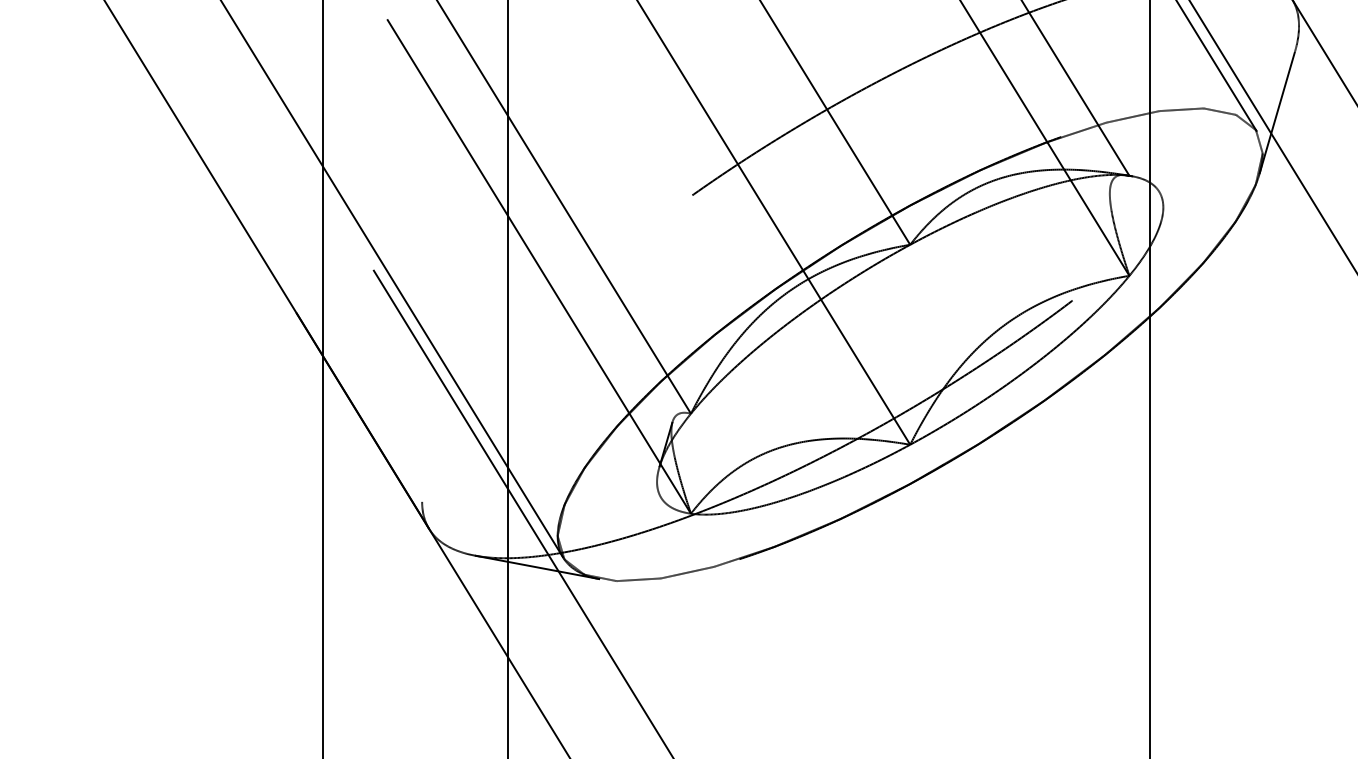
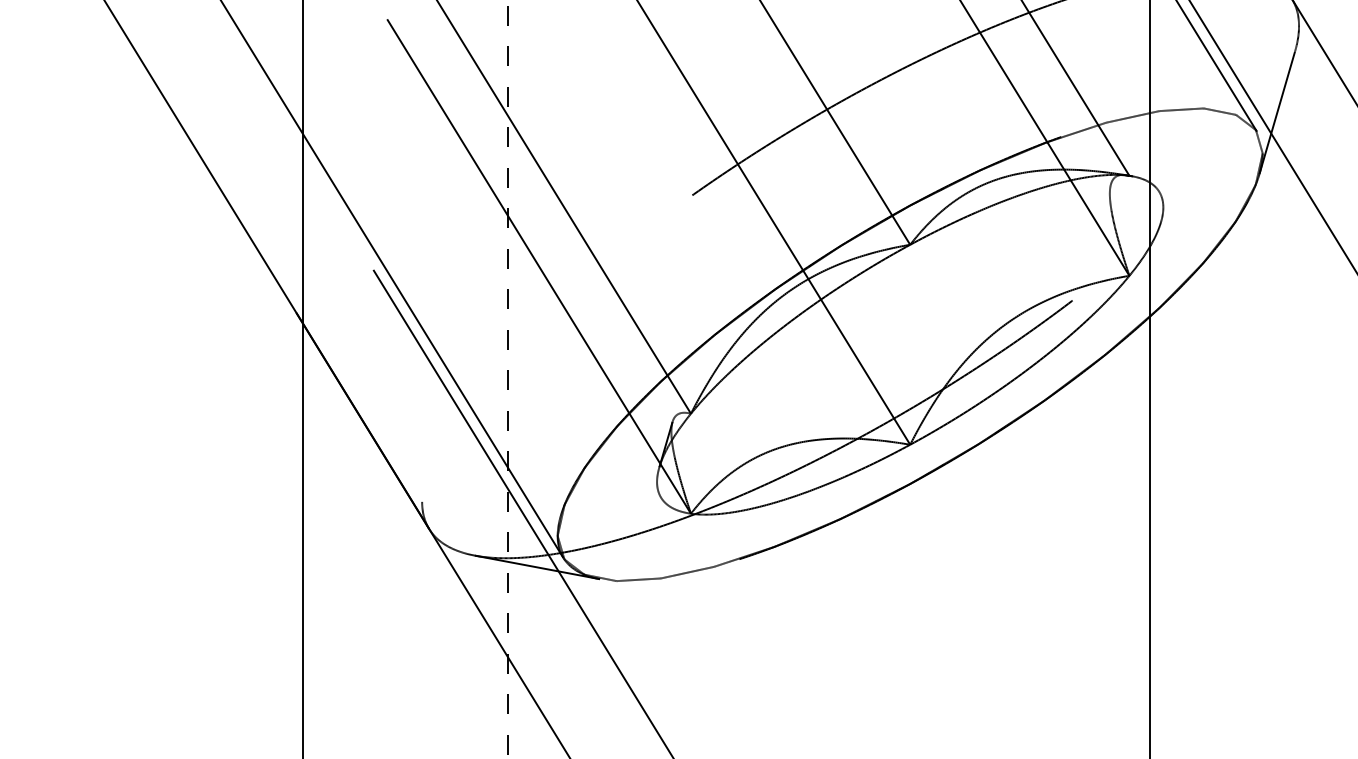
line at (322, 378) position: (322, 378) -> (302, 378)
line at (508, 379): solid -> dashed
